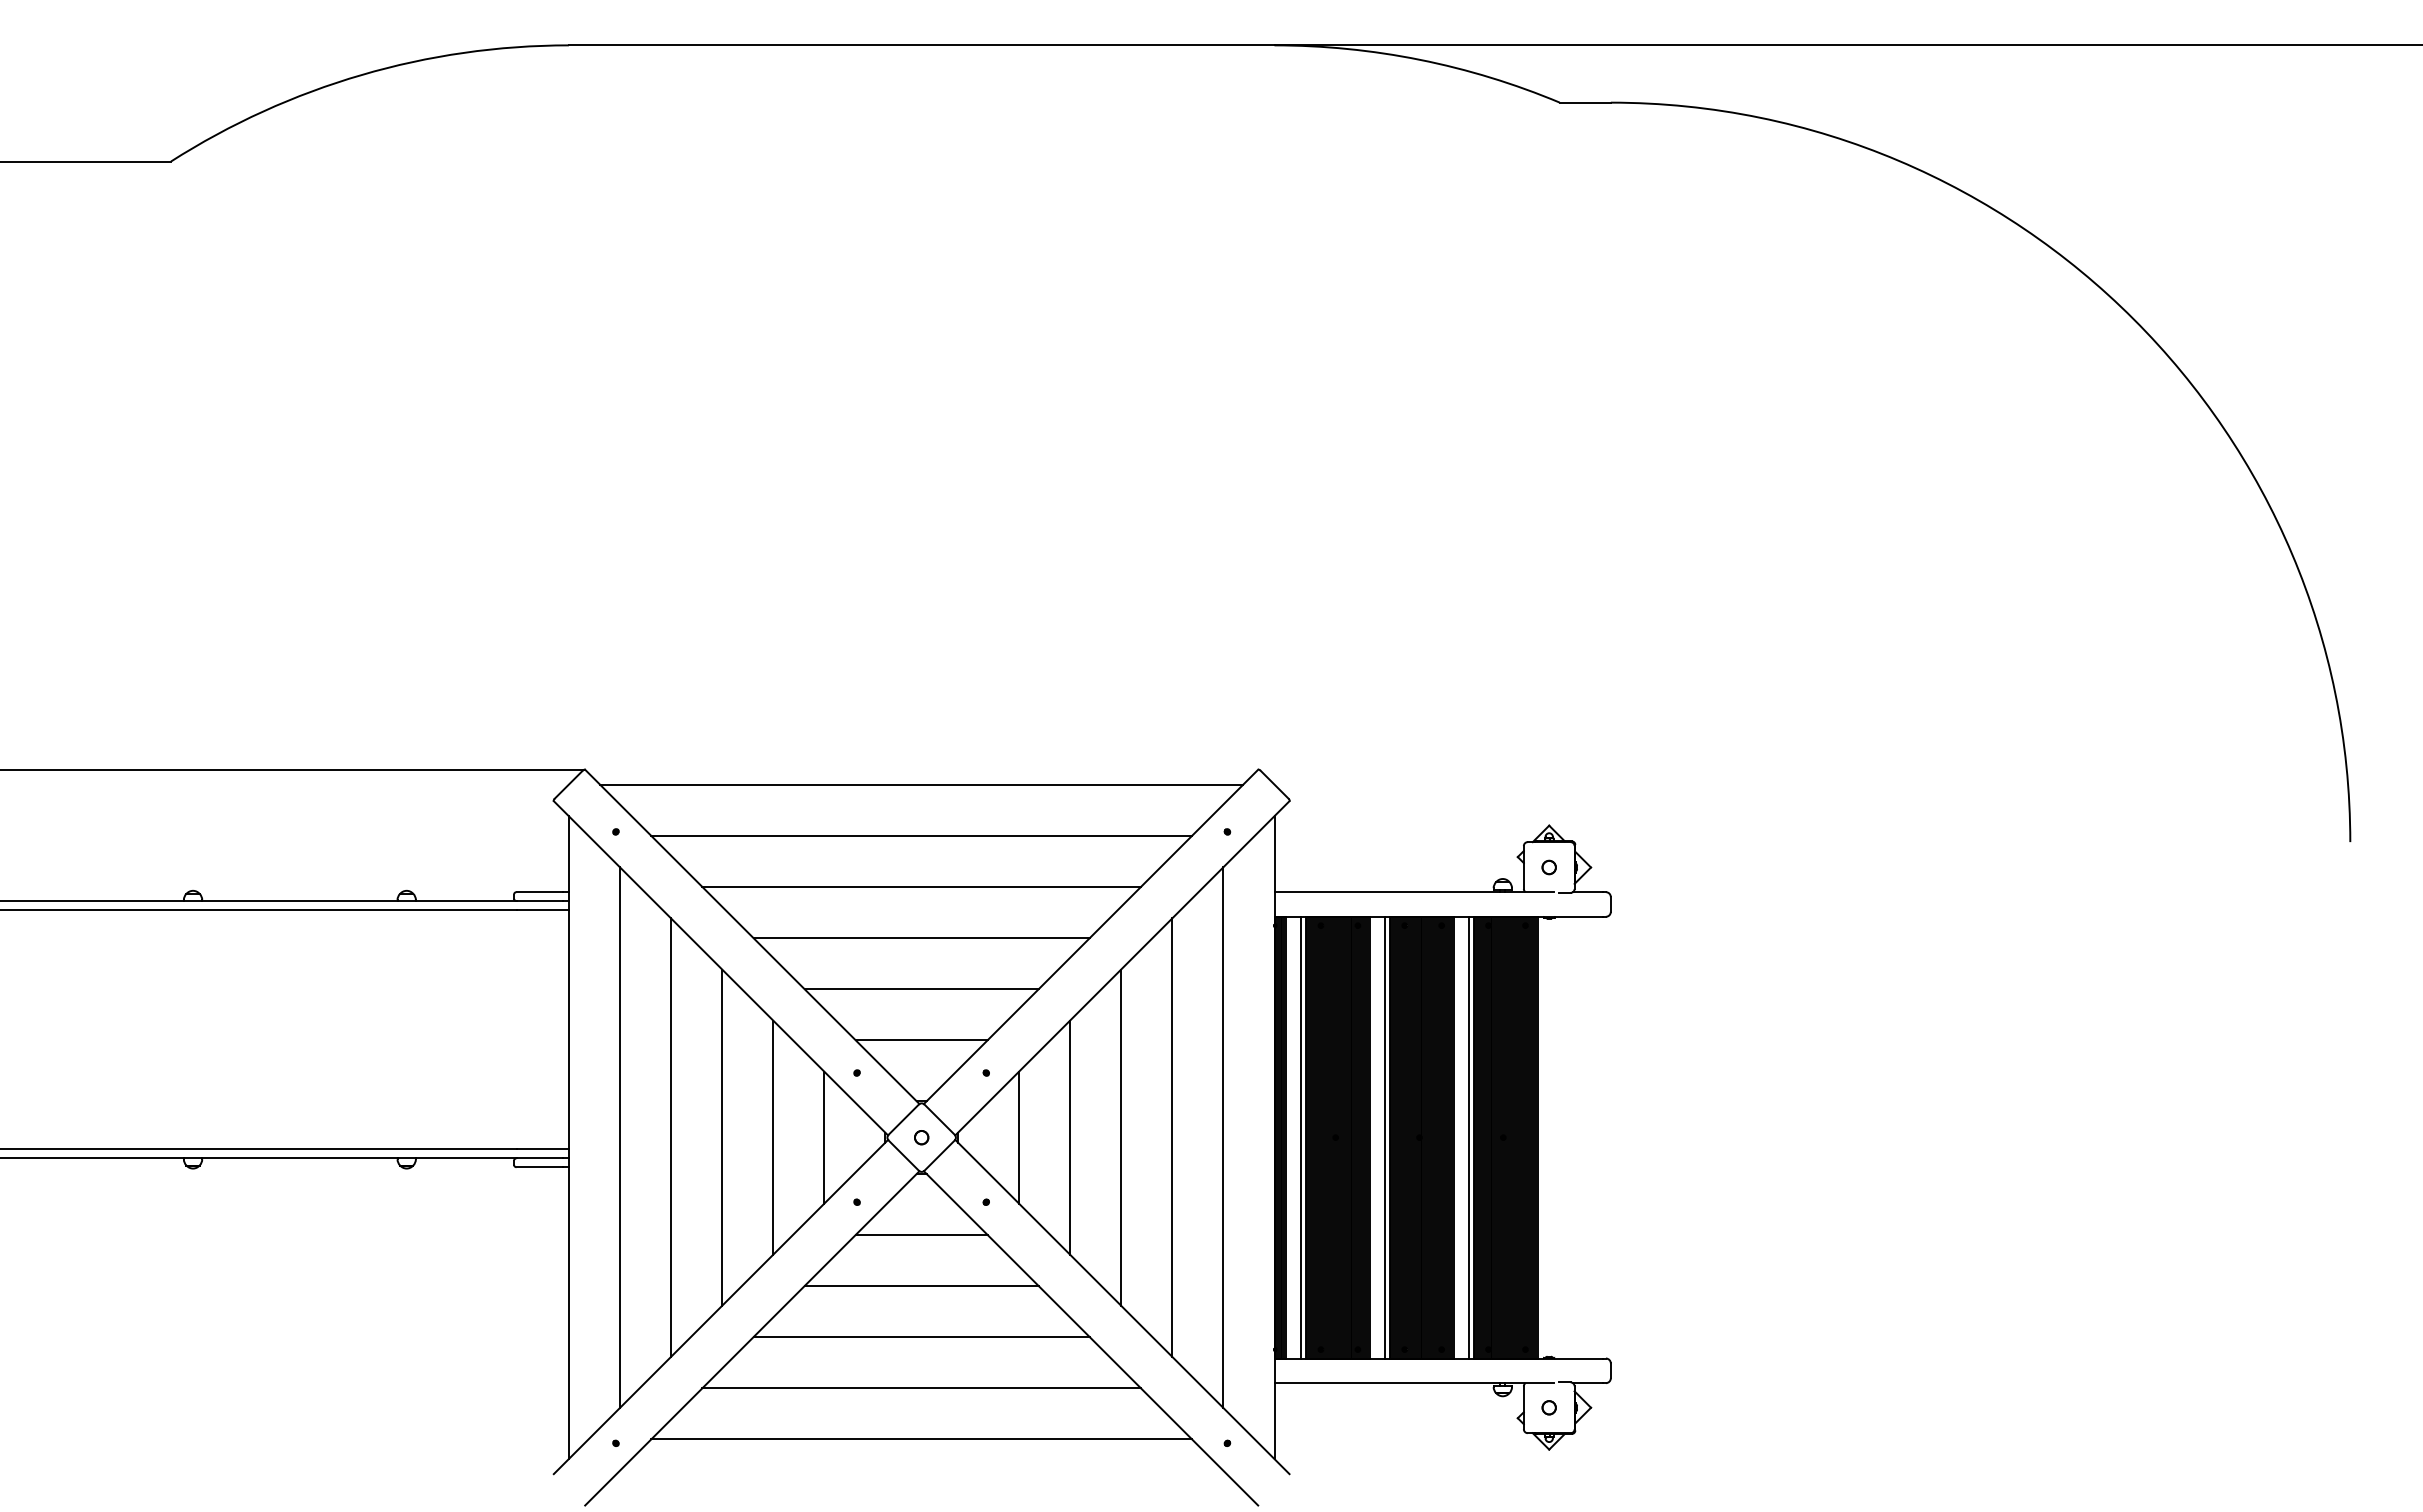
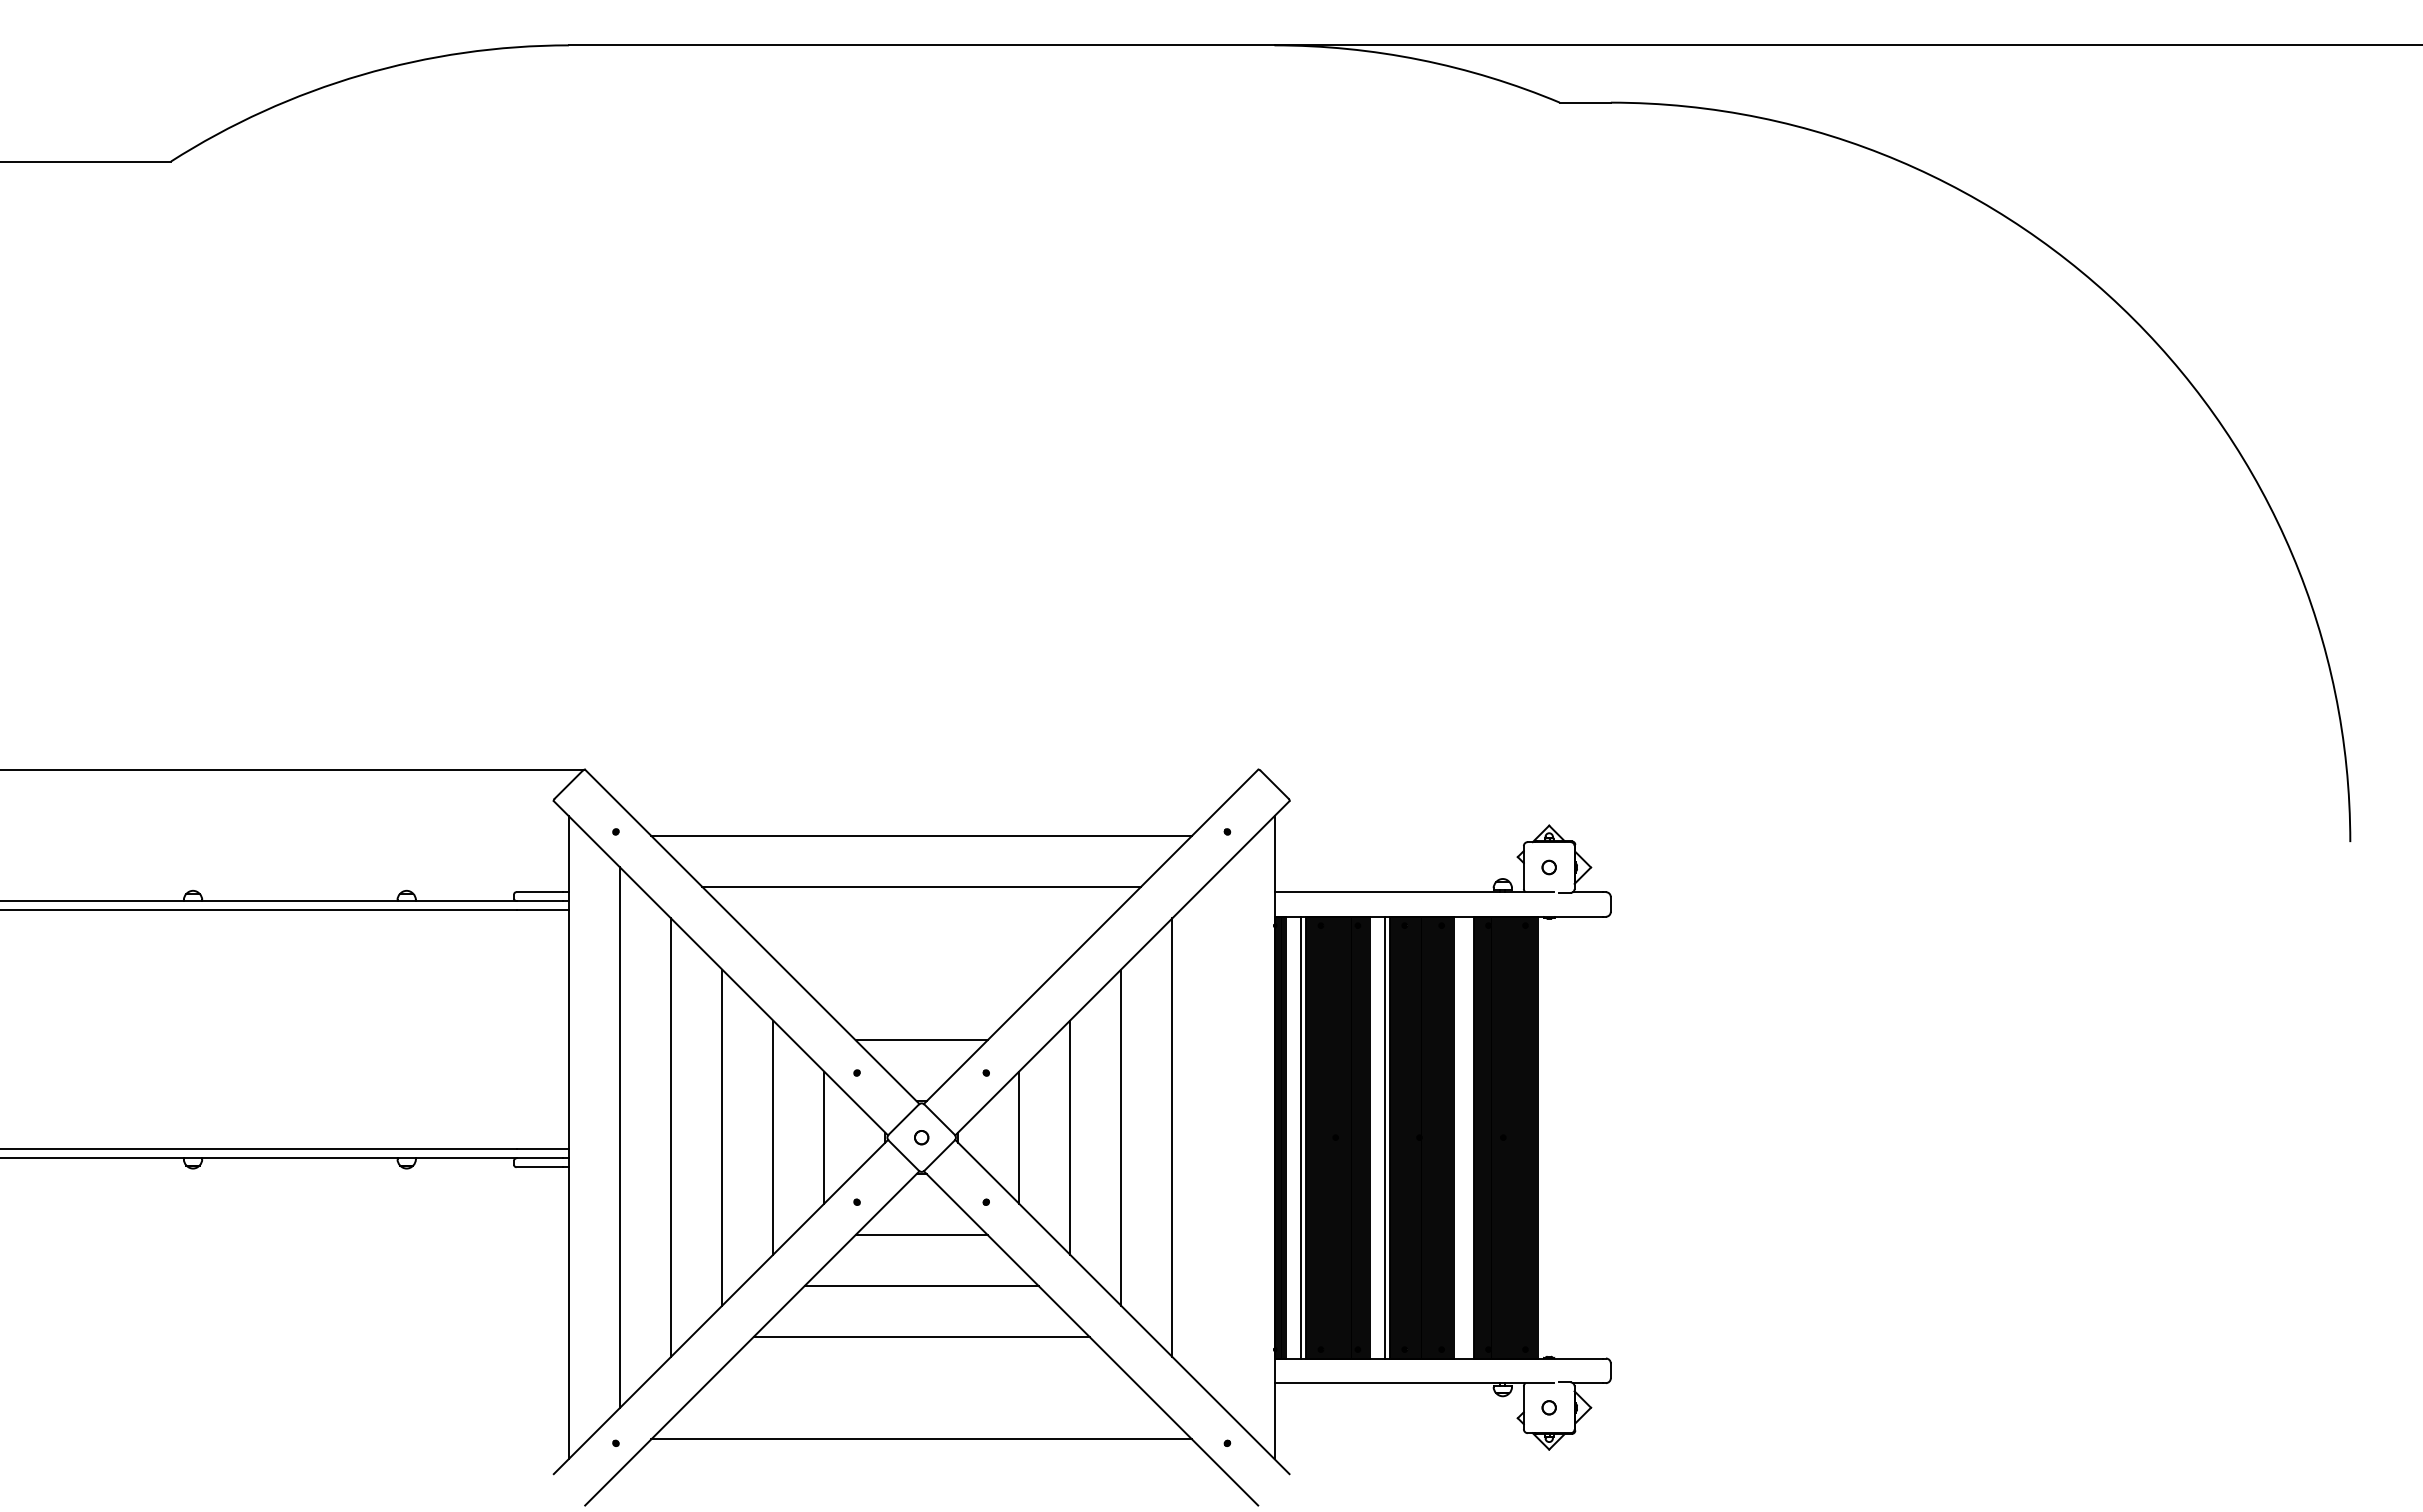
line at (921, 784): present -> none
line at (921, 938): present -> none
line at (921, 989): present -> none
line at (1223, 1137): present -> none
line at (1468, 1137): present -> none
line at (921, 1388): present -> none
